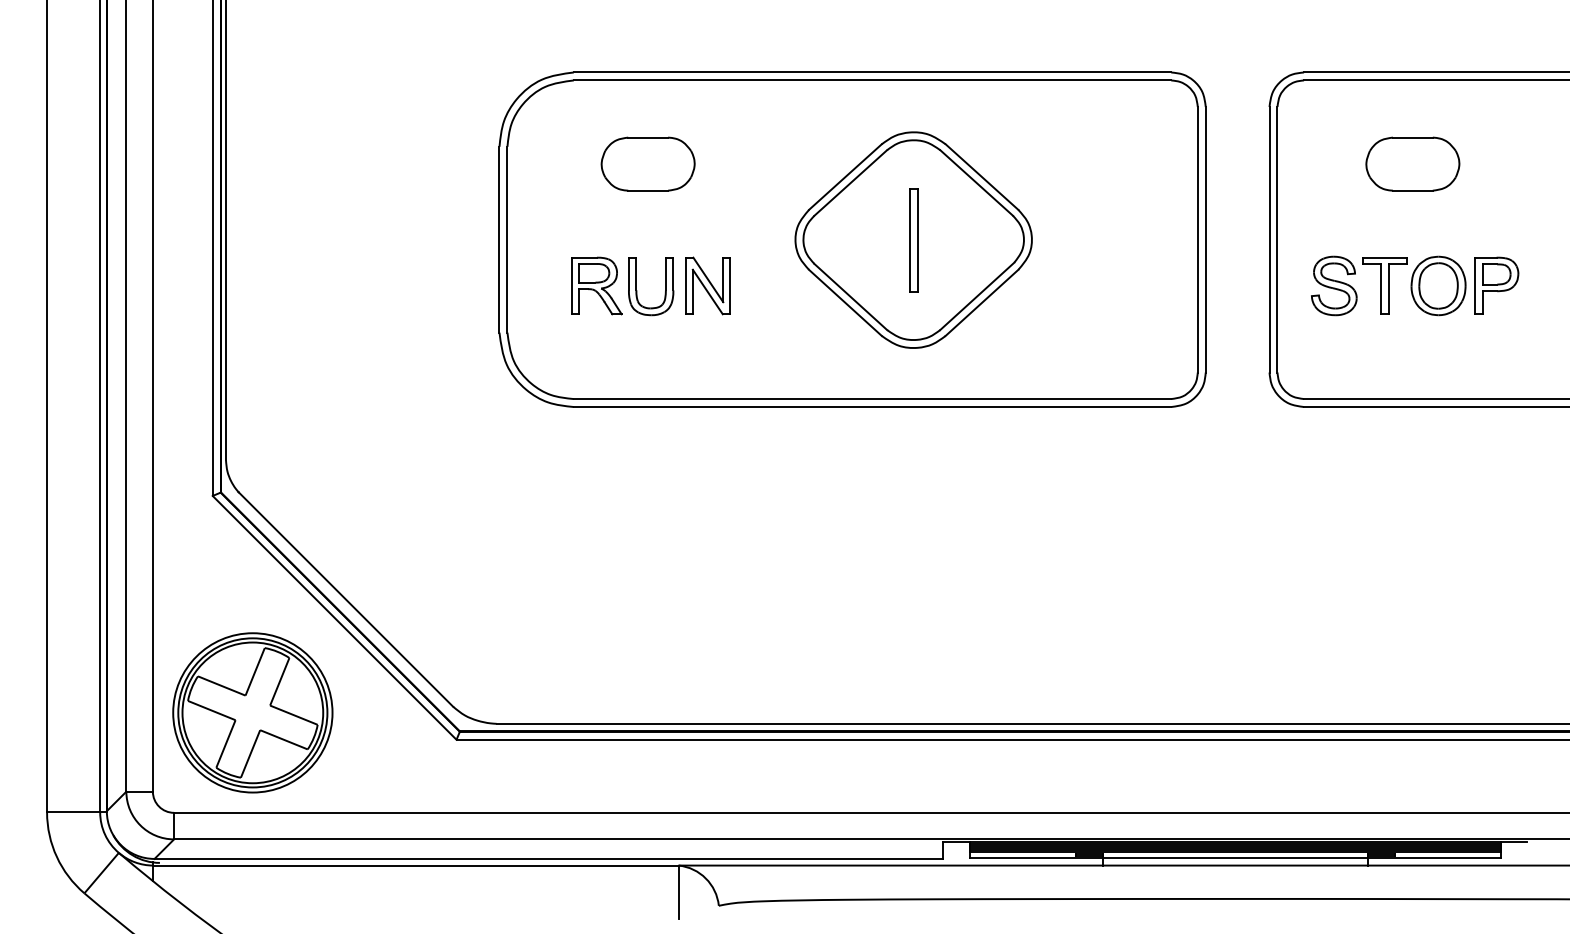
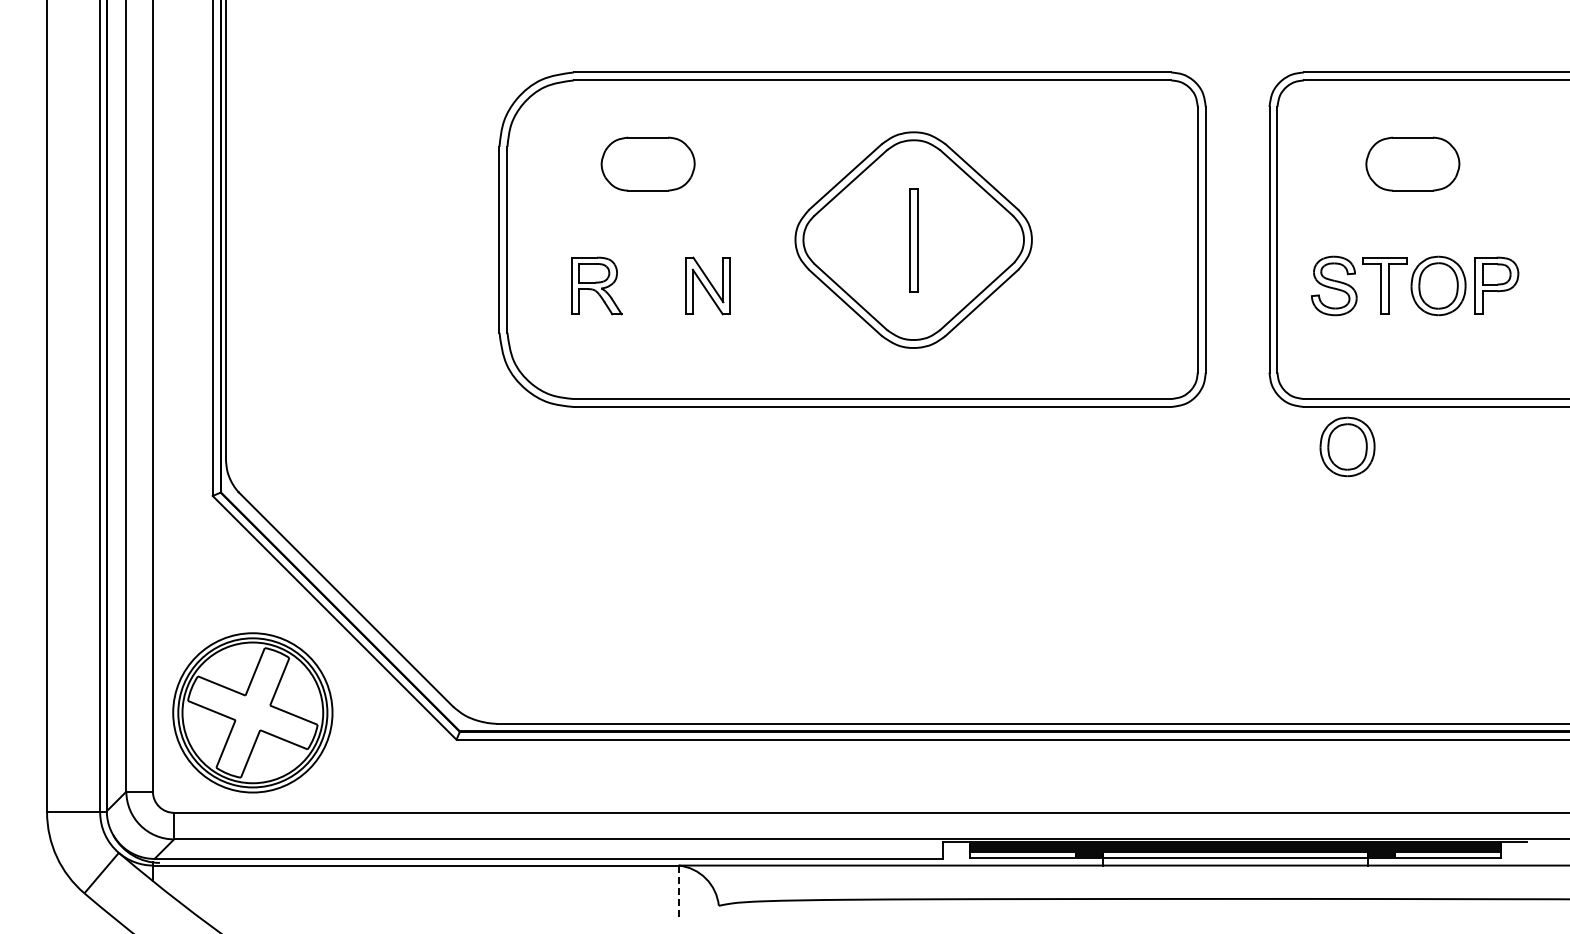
part at (665, 286): present -> none
part at (1347, 446): none -> present
line at (678, 892): solid -> dashed
